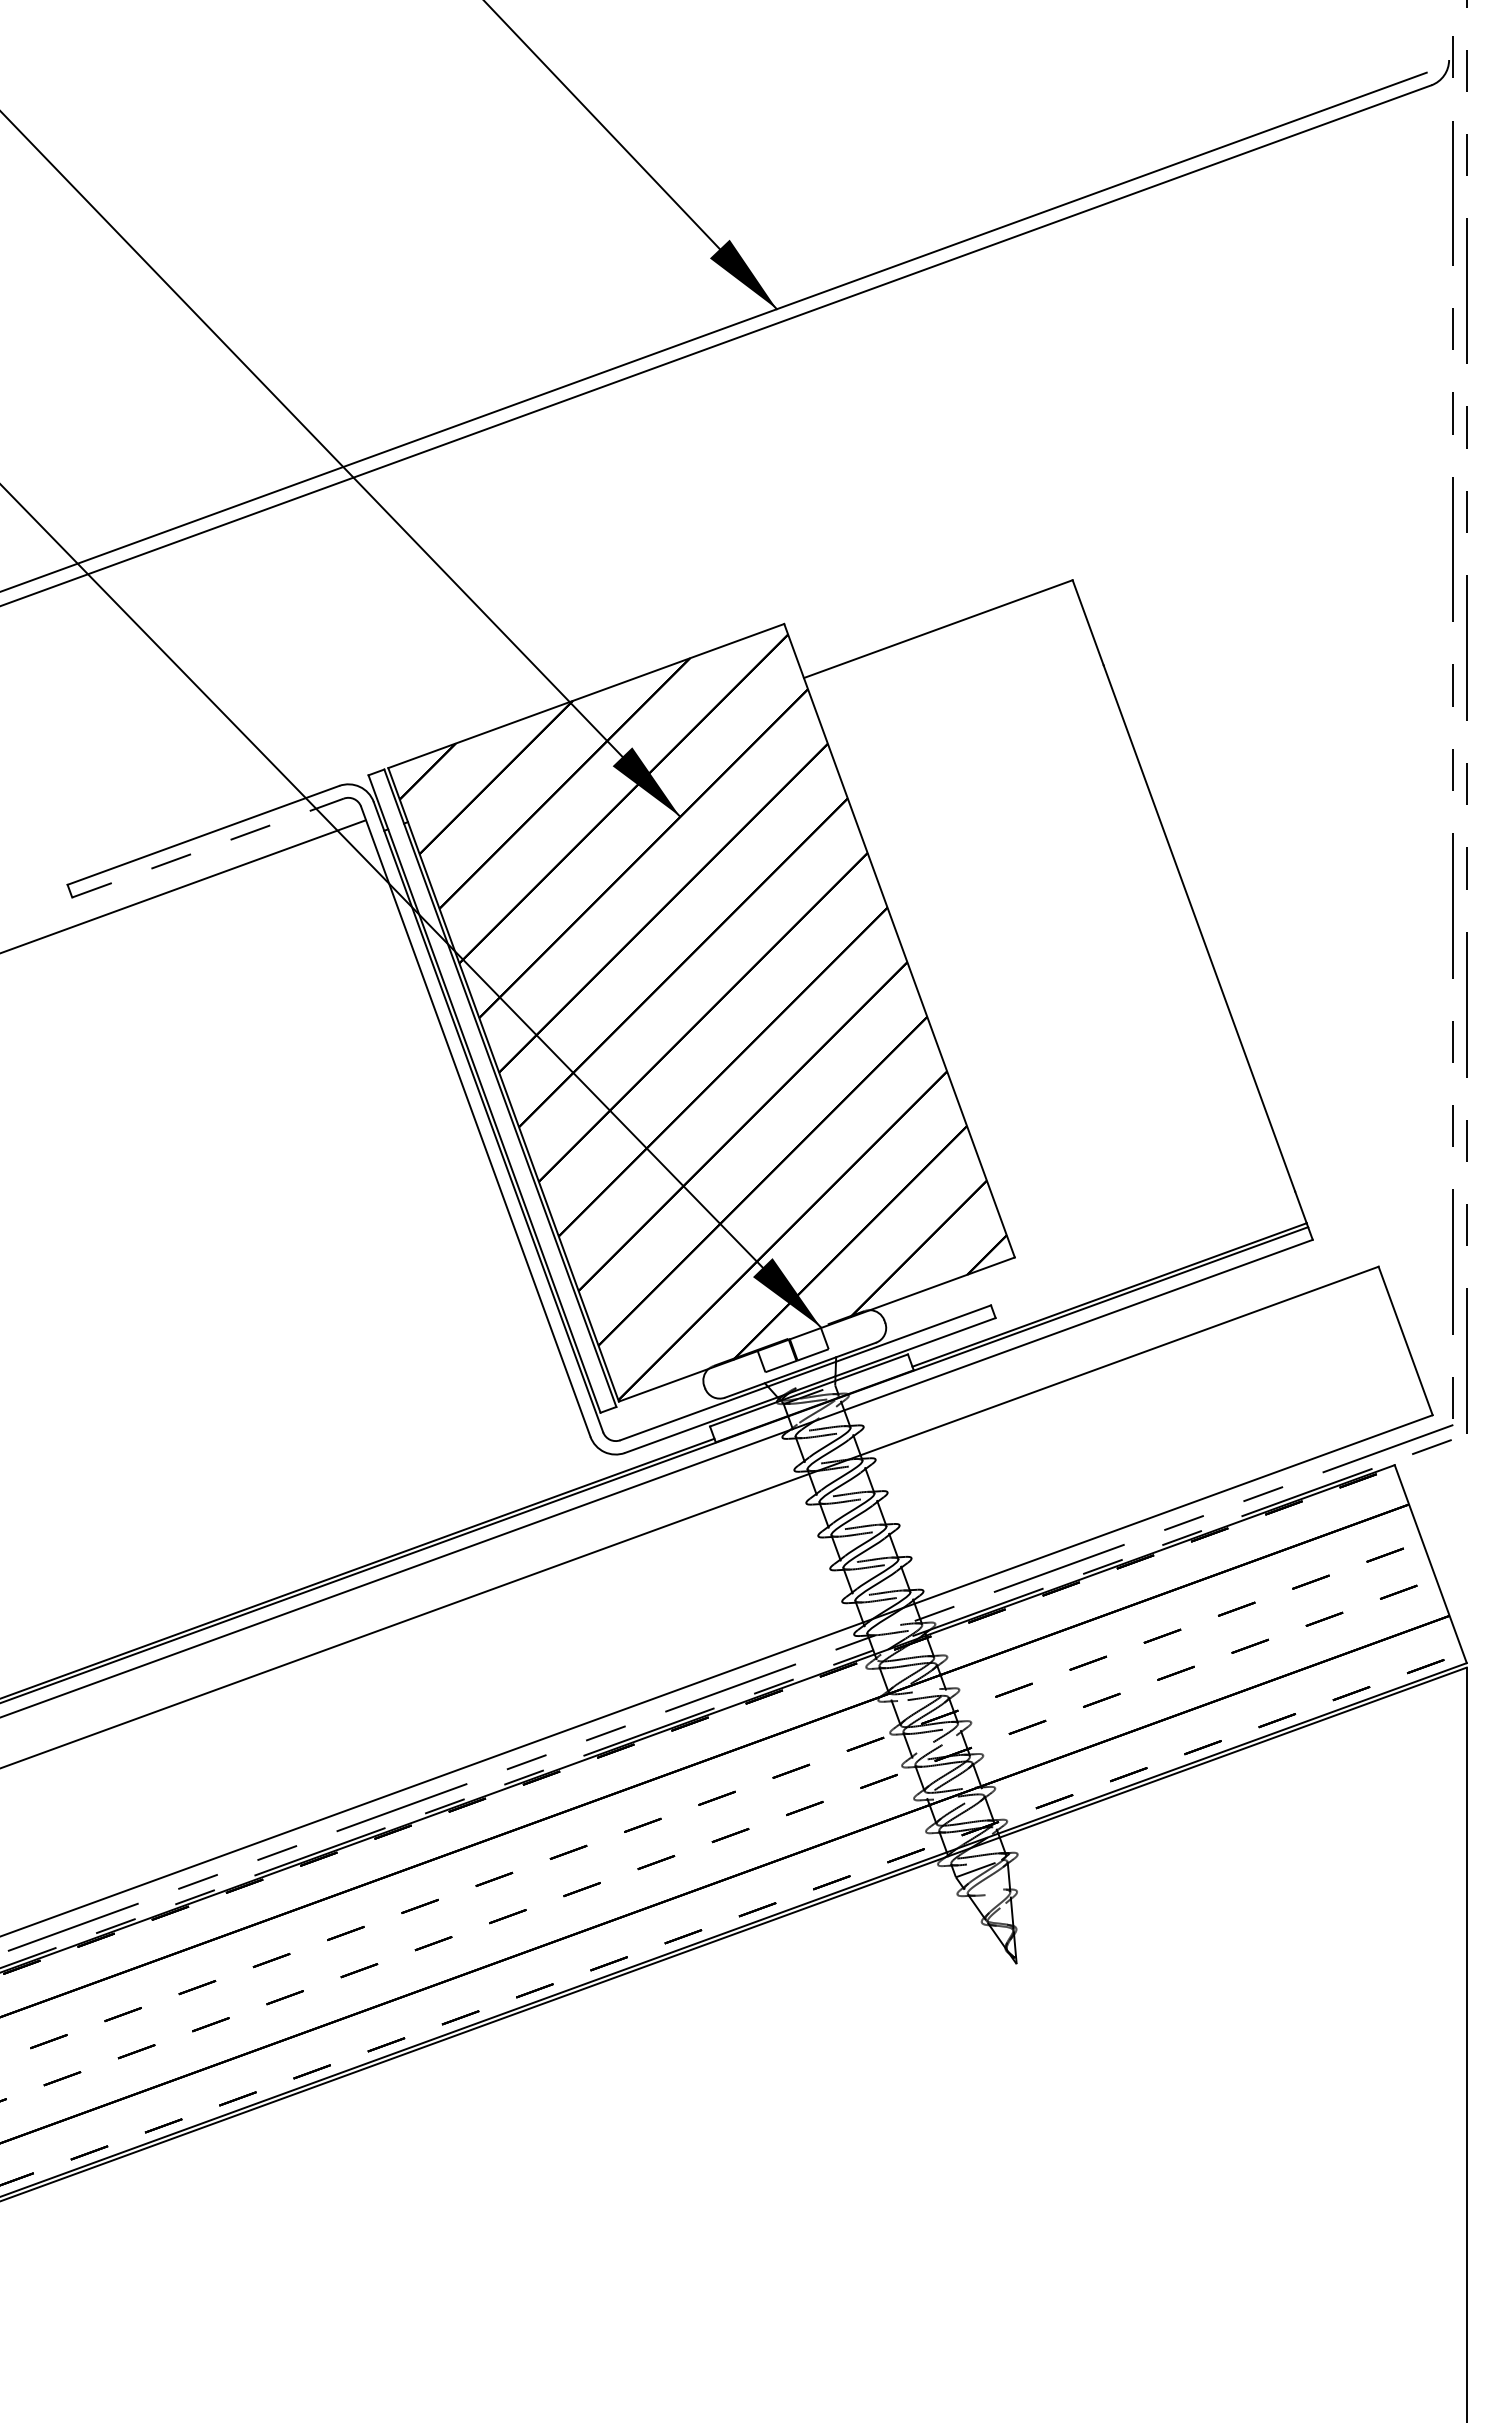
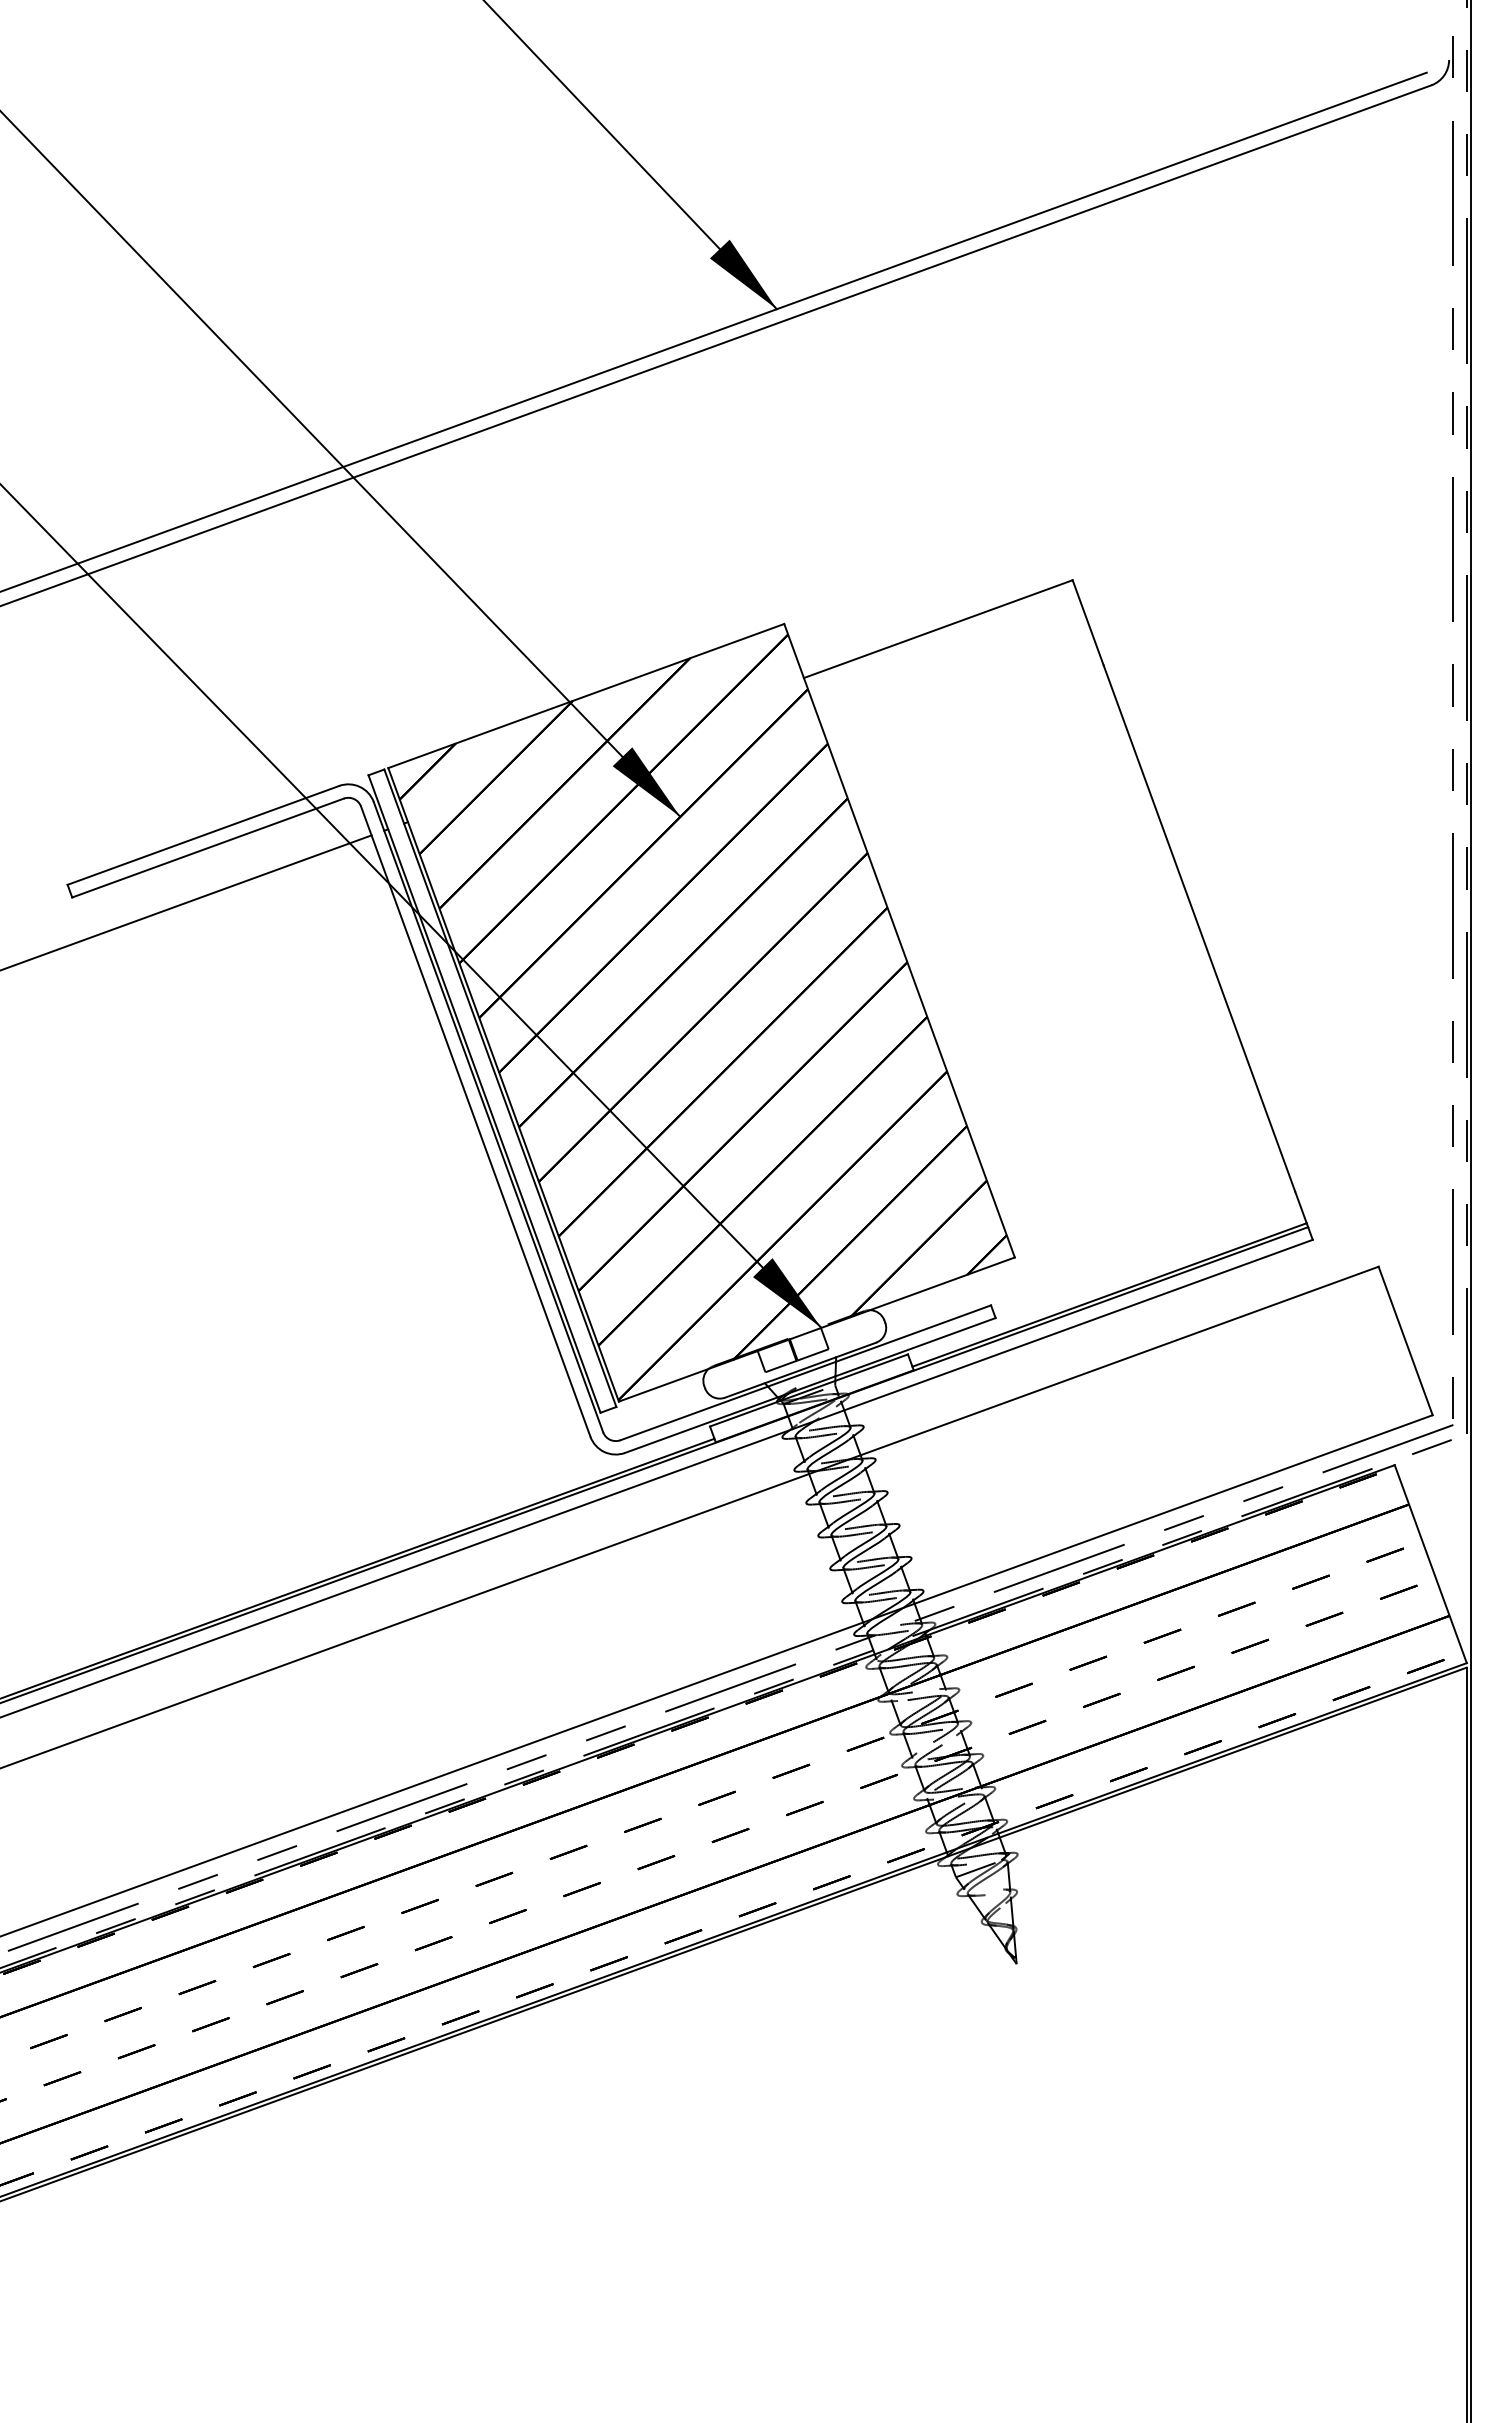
line at (208, 848): dashed -> solid
line at (183, 886) position: (183, 886) -> (186, 902)
line at (1471, 1210): none -> present
